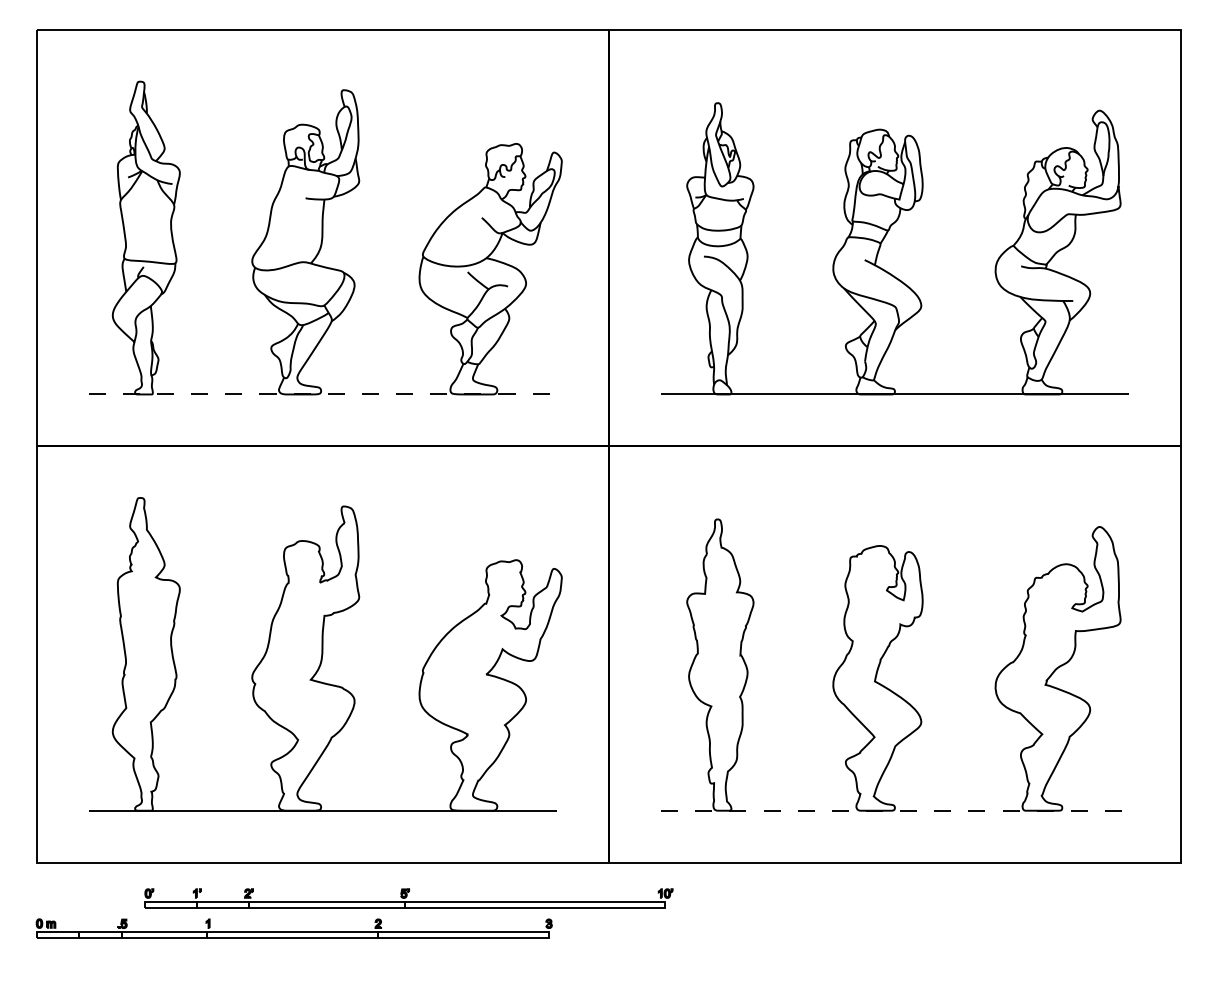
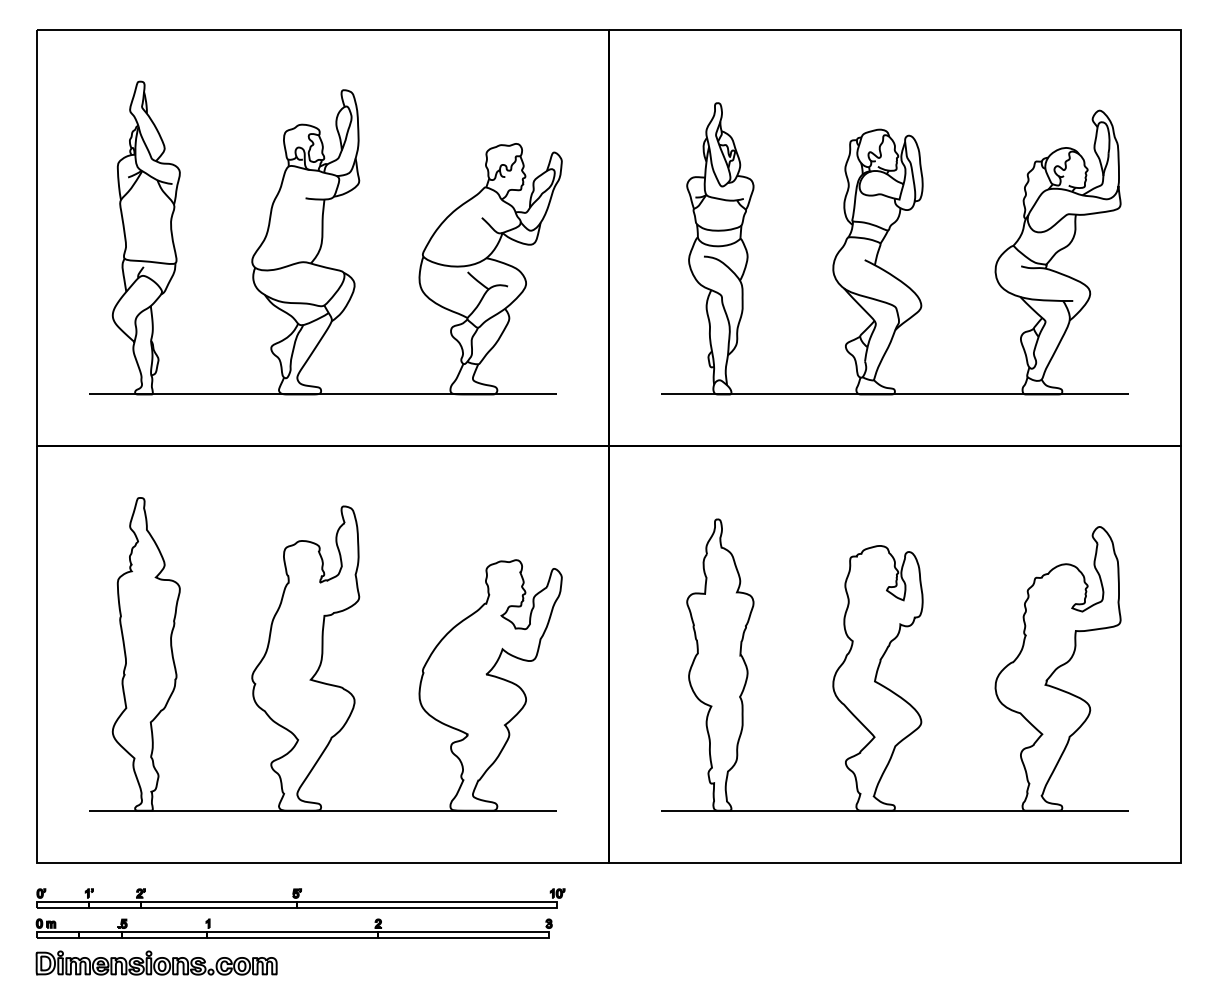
line at (323, 394): dashed -> solid
line at (895, 810): dashed -> solid
part at (408, 898) position: (408, 898) -> (300, 898)
part at (156, 962): none -> present
